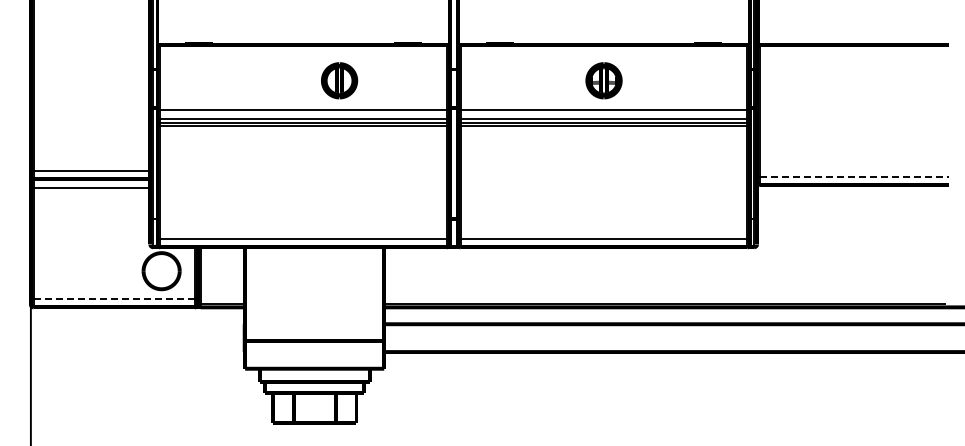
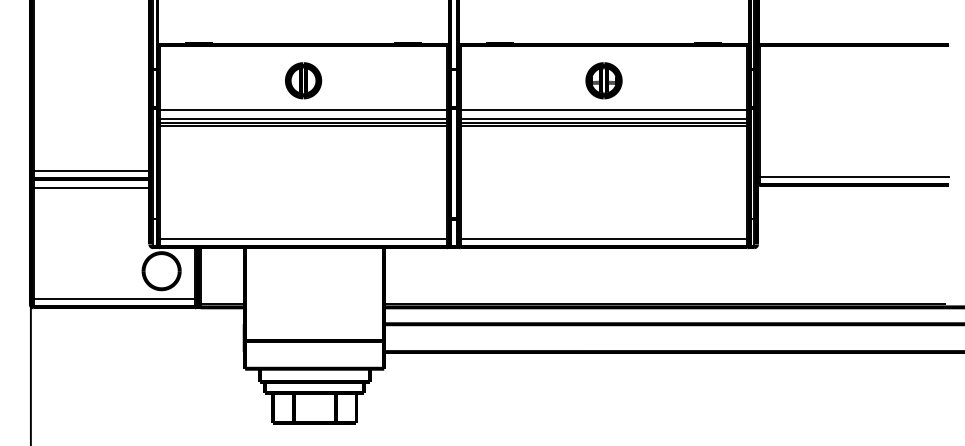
part at (339, 80) position: (339, 80) -> (303, 80)
line at (854, 176): dashed -> solid
line at (114, 299): dashed -> solid
